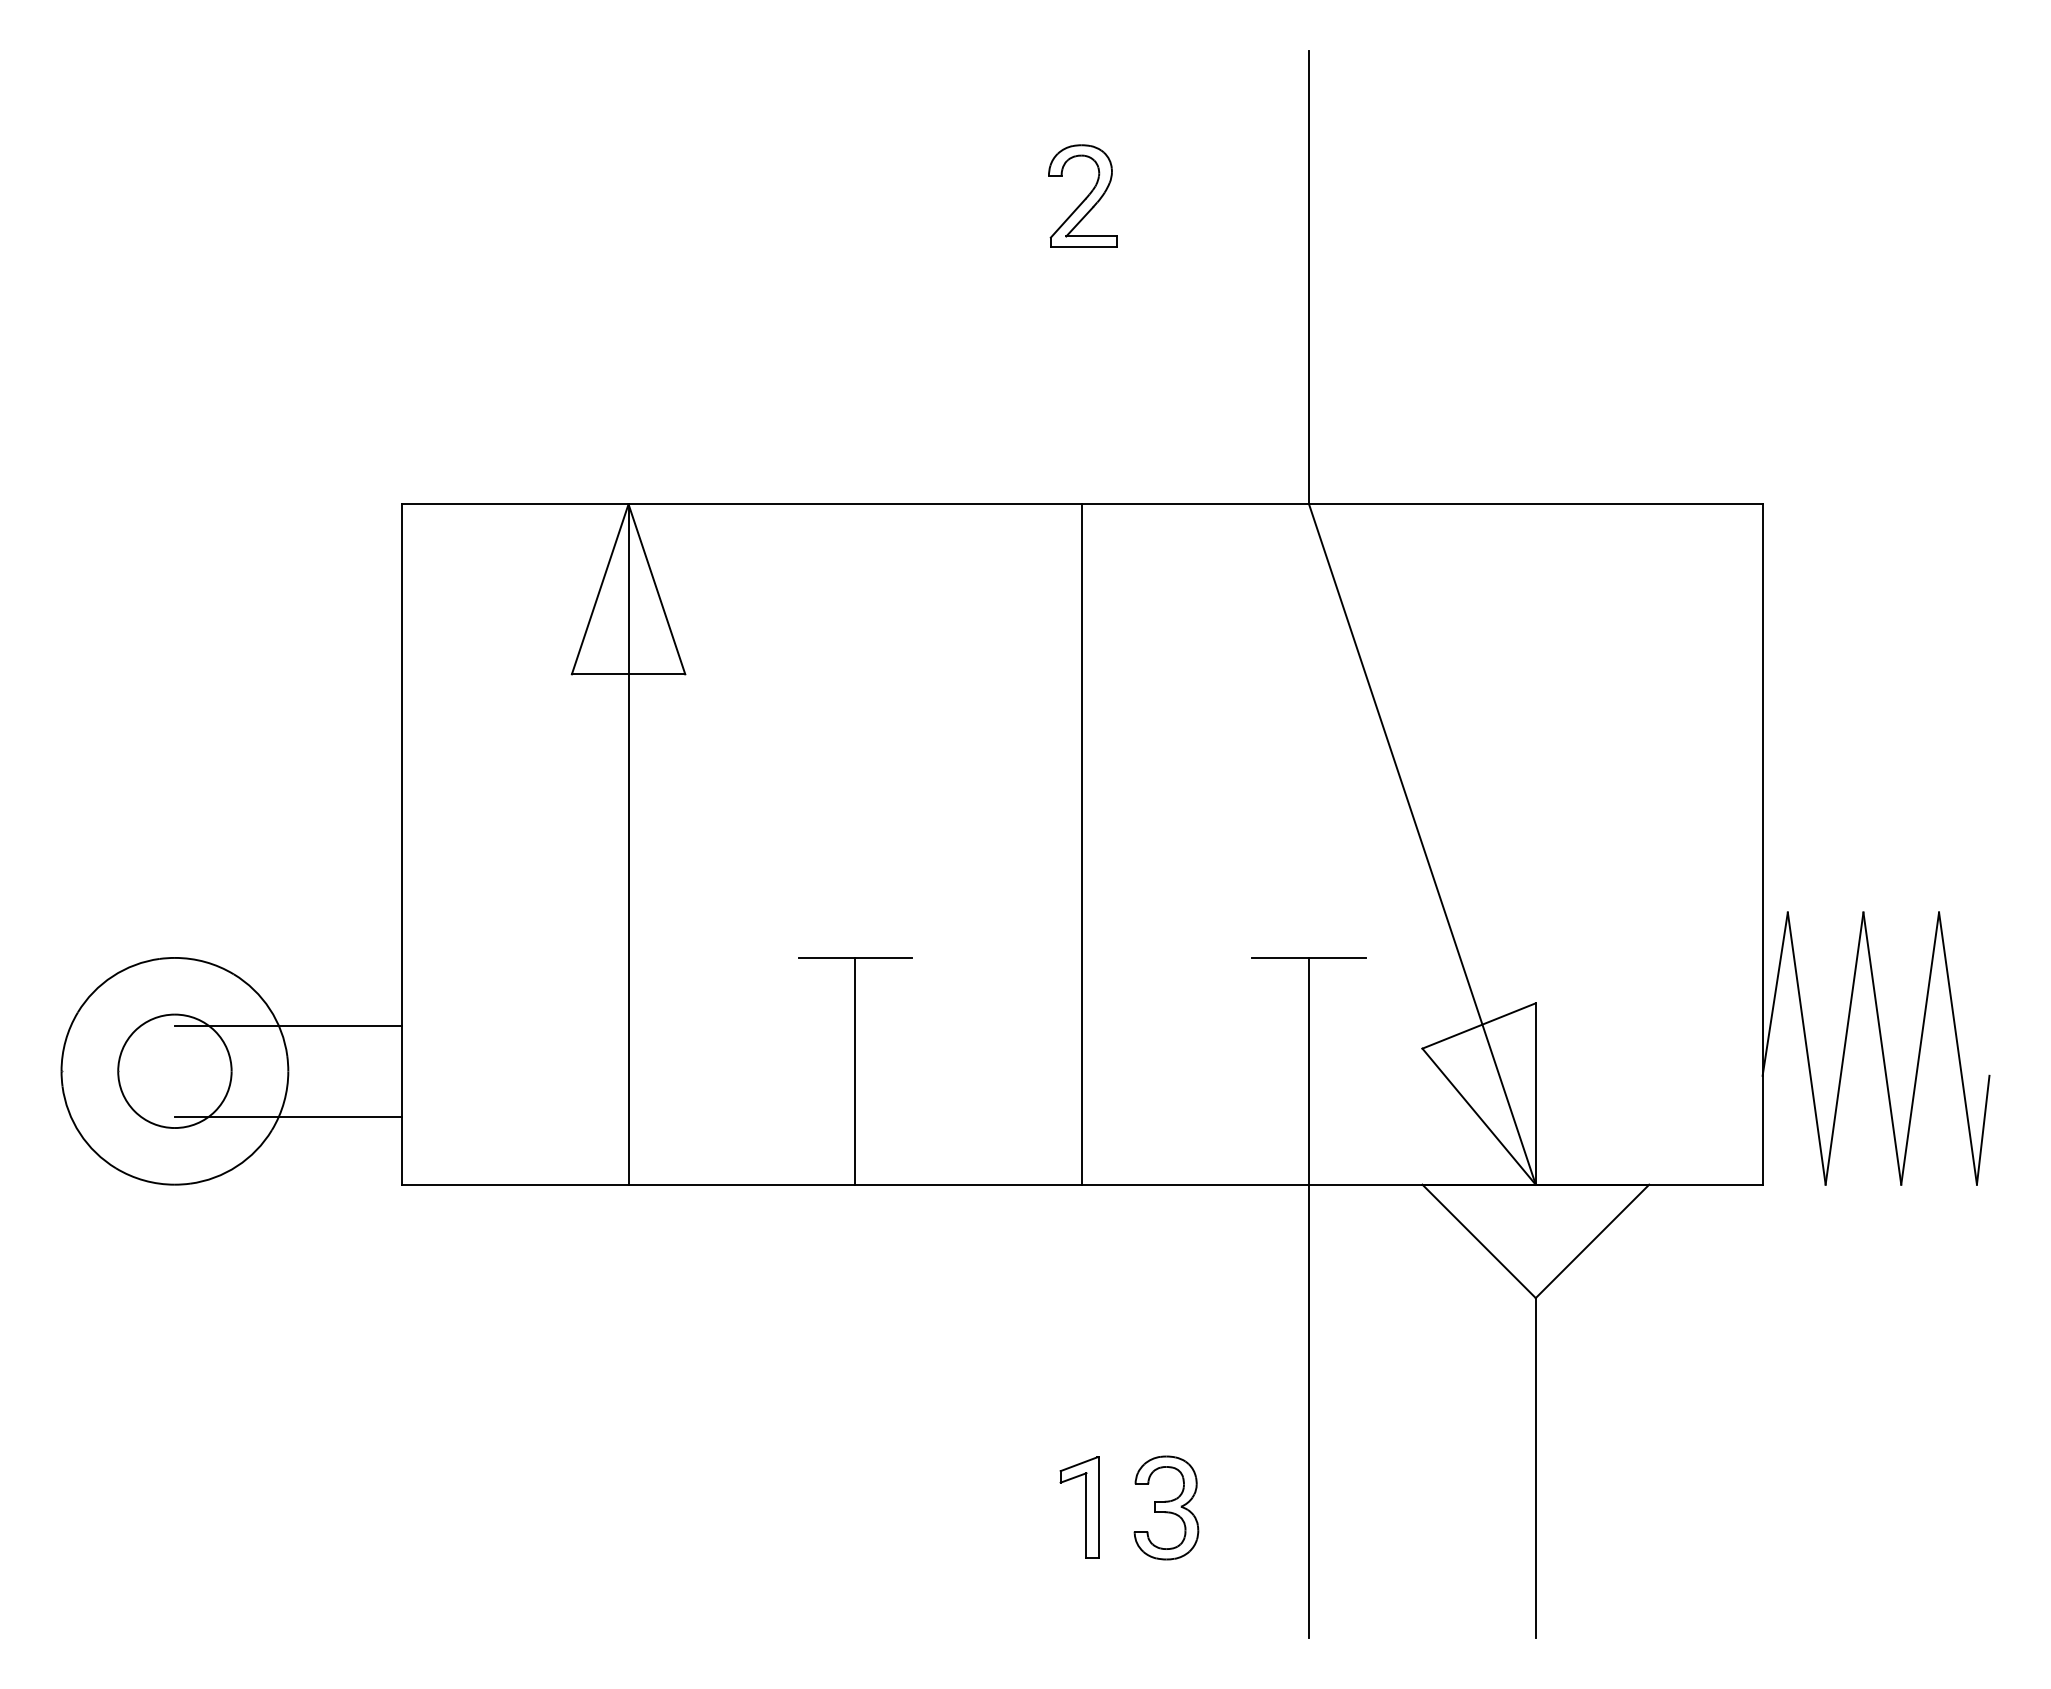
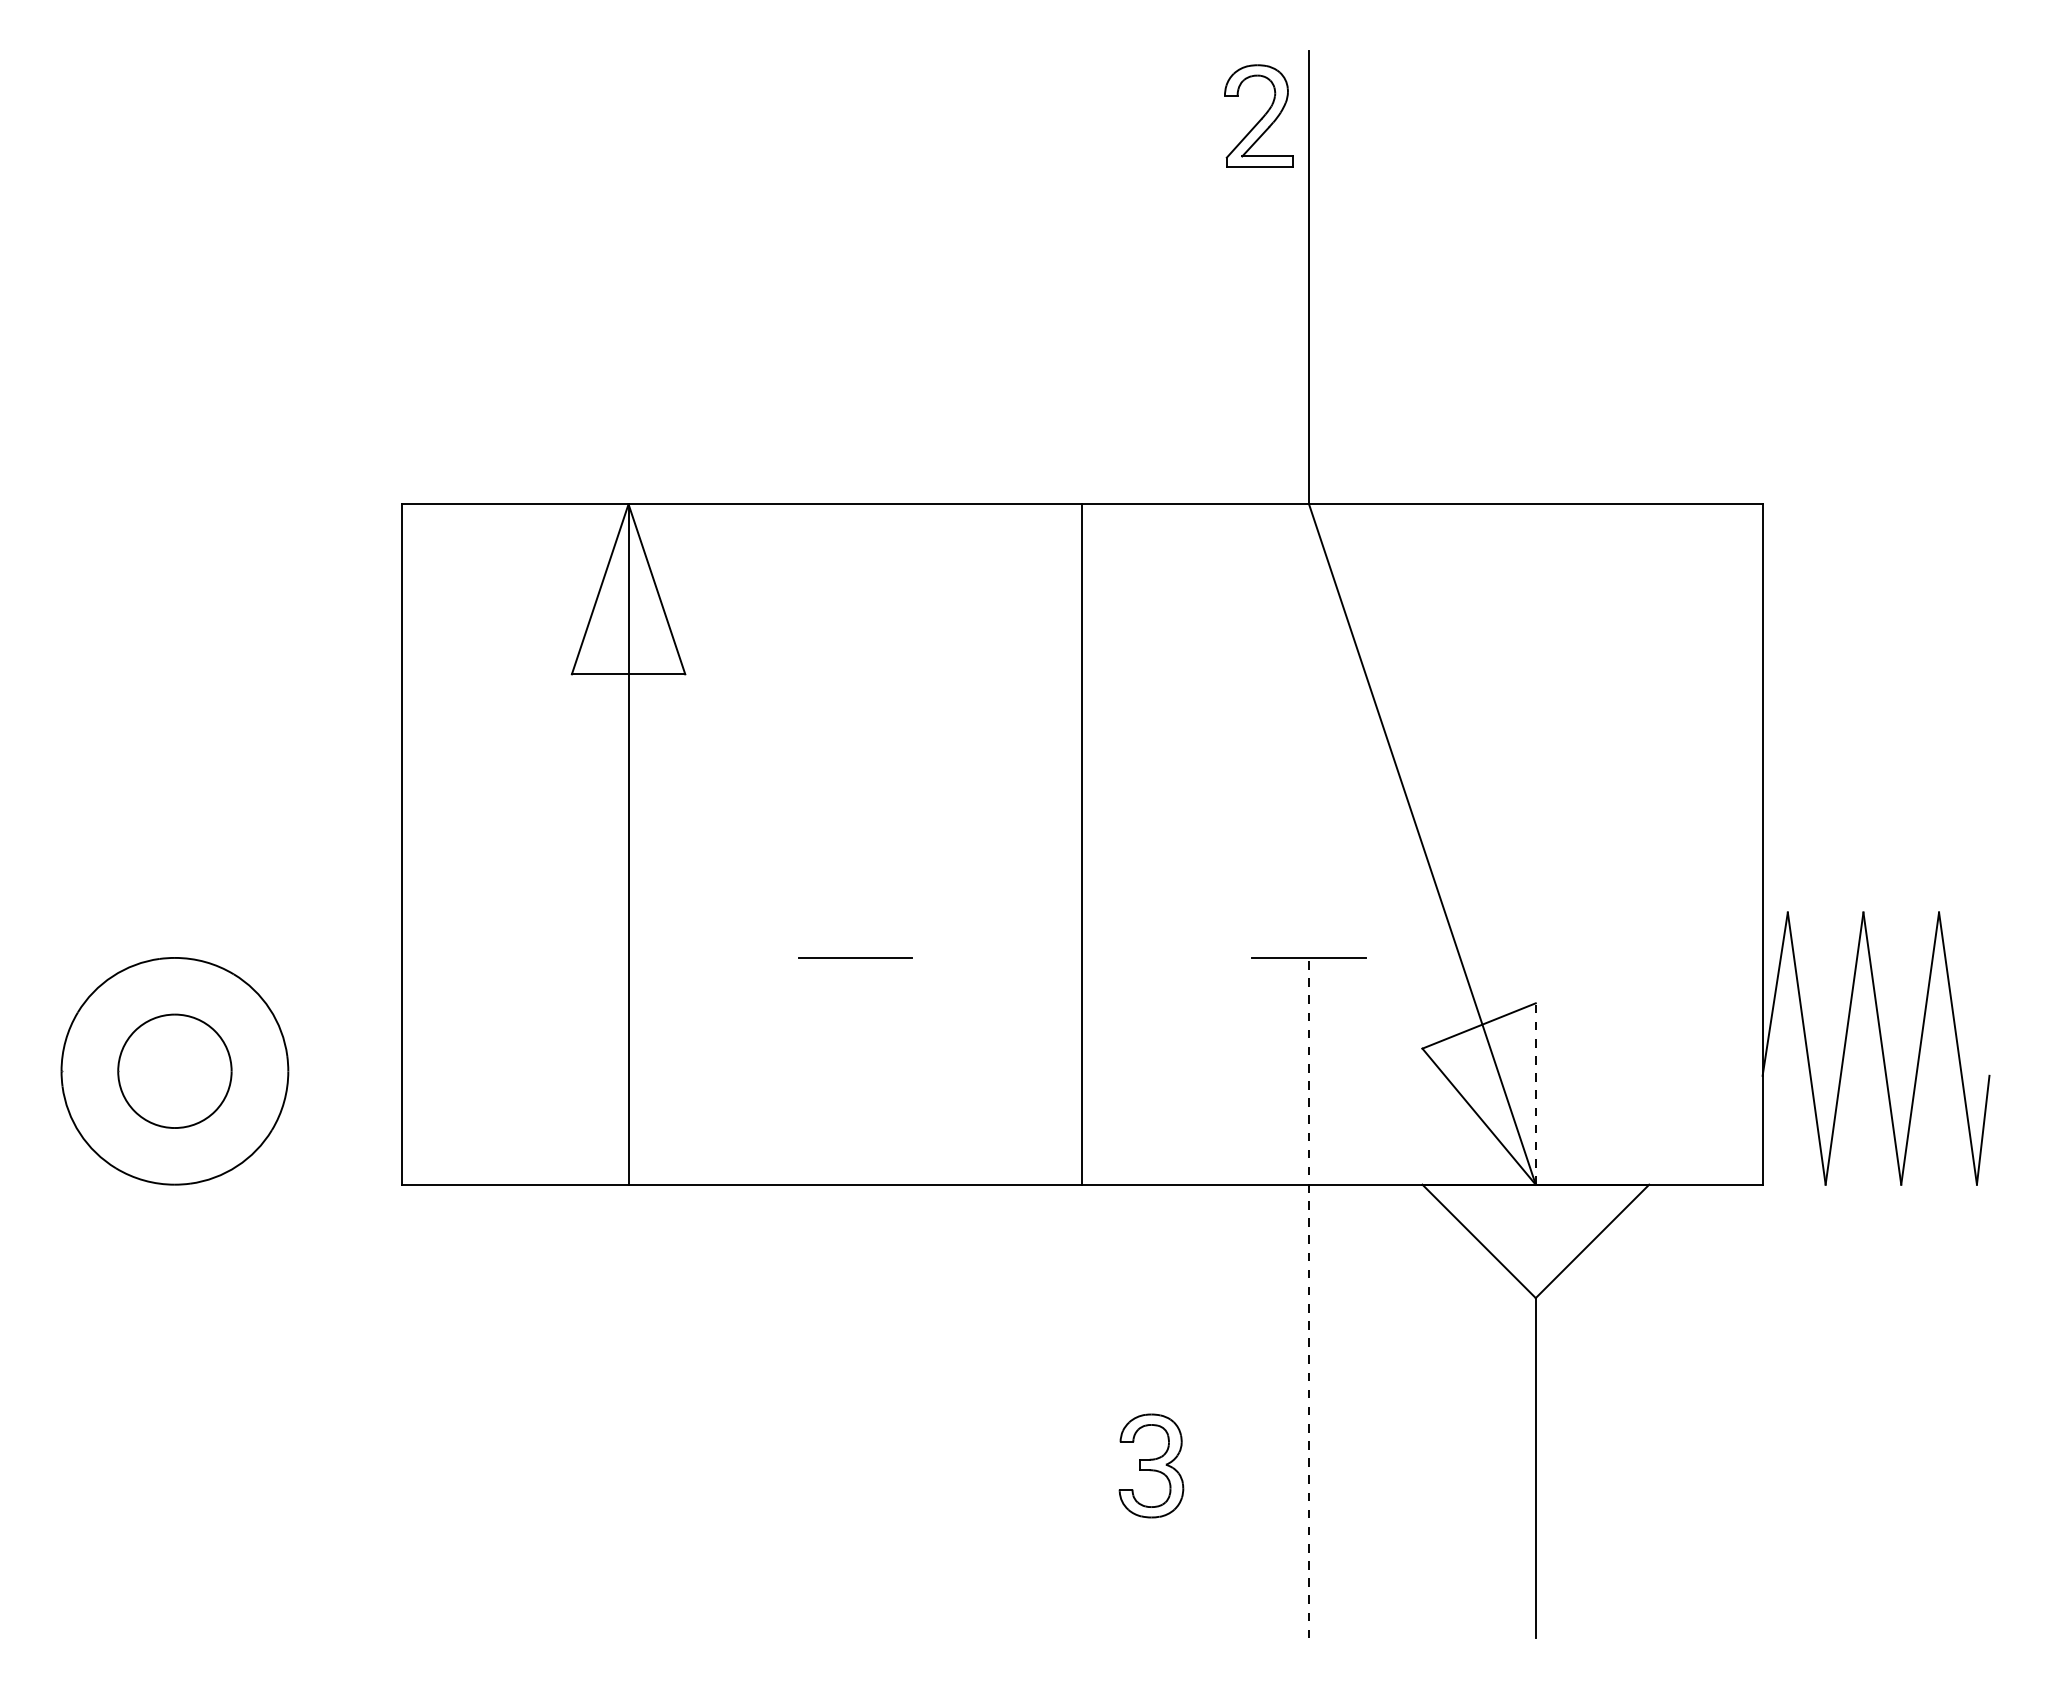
part at (1082, 195) position: (1082, 195) -> (1258, 115)
line at (287, 1025): present -> none
line at (855, 1070): present -> none
line at (1535, 1094): solid -> dashed
line at (287, 1116): present -> none
line at (1309, 1297): solid -> dashed
part at (1079, 1507): present -> none
part at (1166, 1507) position: (1166, 1507) -> (1151, 1465)
